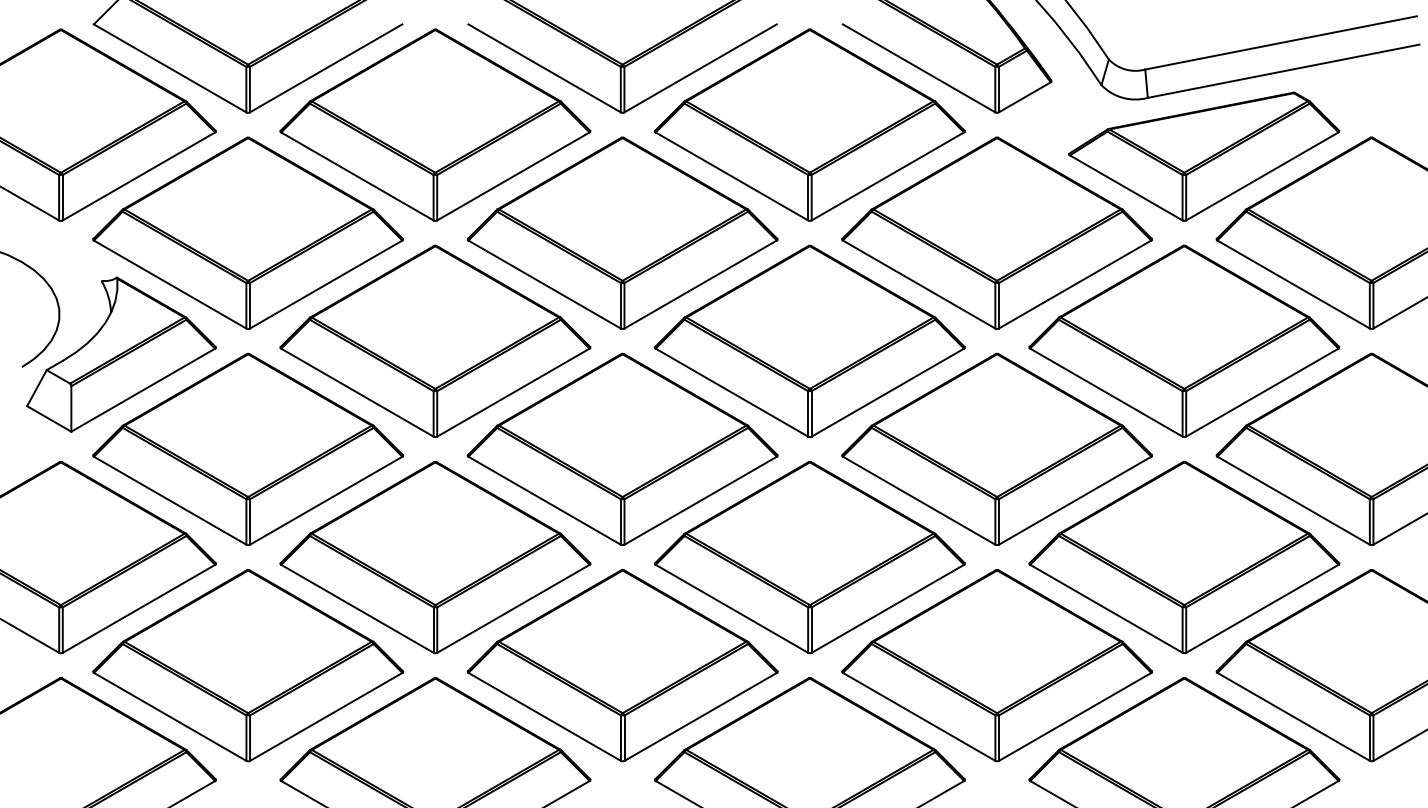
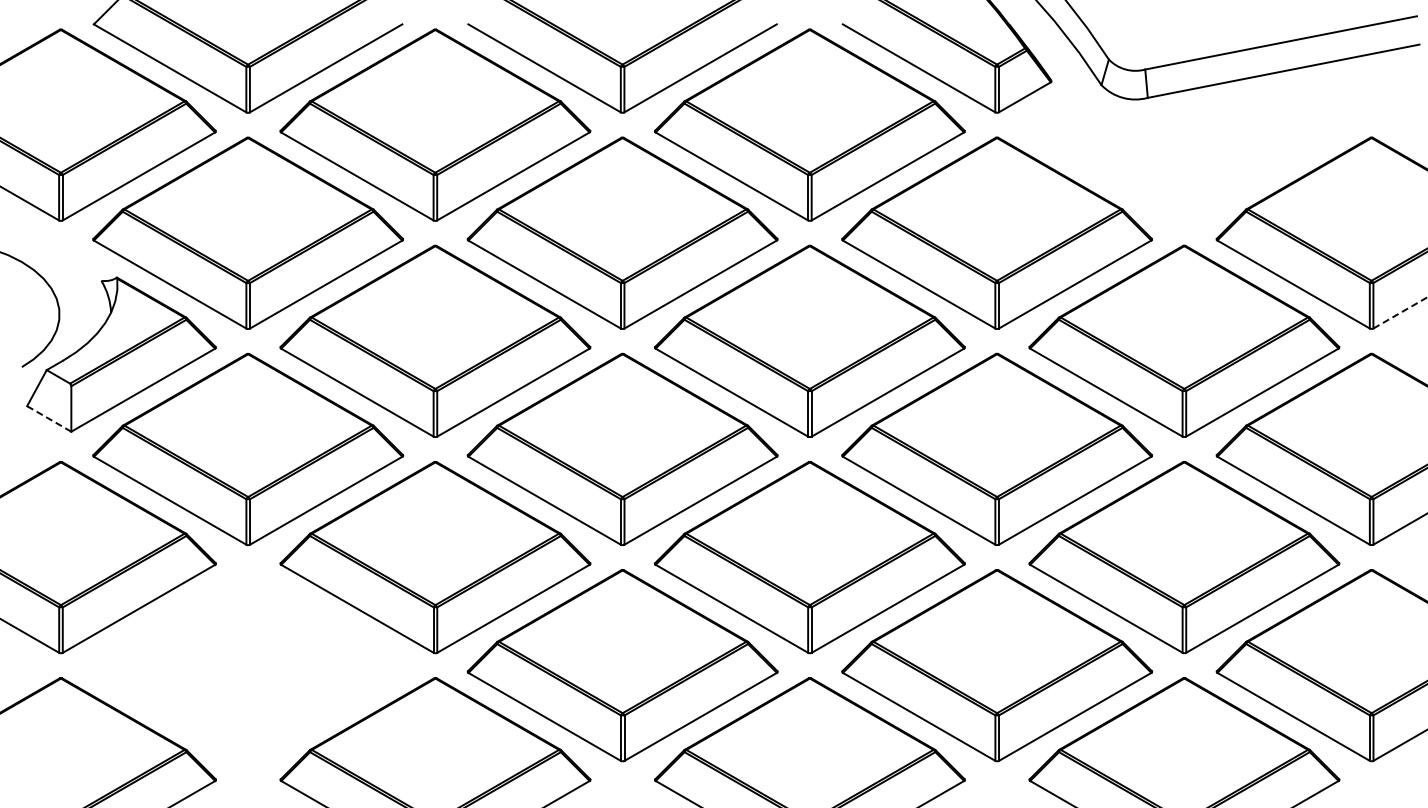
part at (1204, 156): present -> none
line at (1401, 312): solid -> dashed
line at (49, 418): solid -> dashed
part at (248, 665): present -> none
